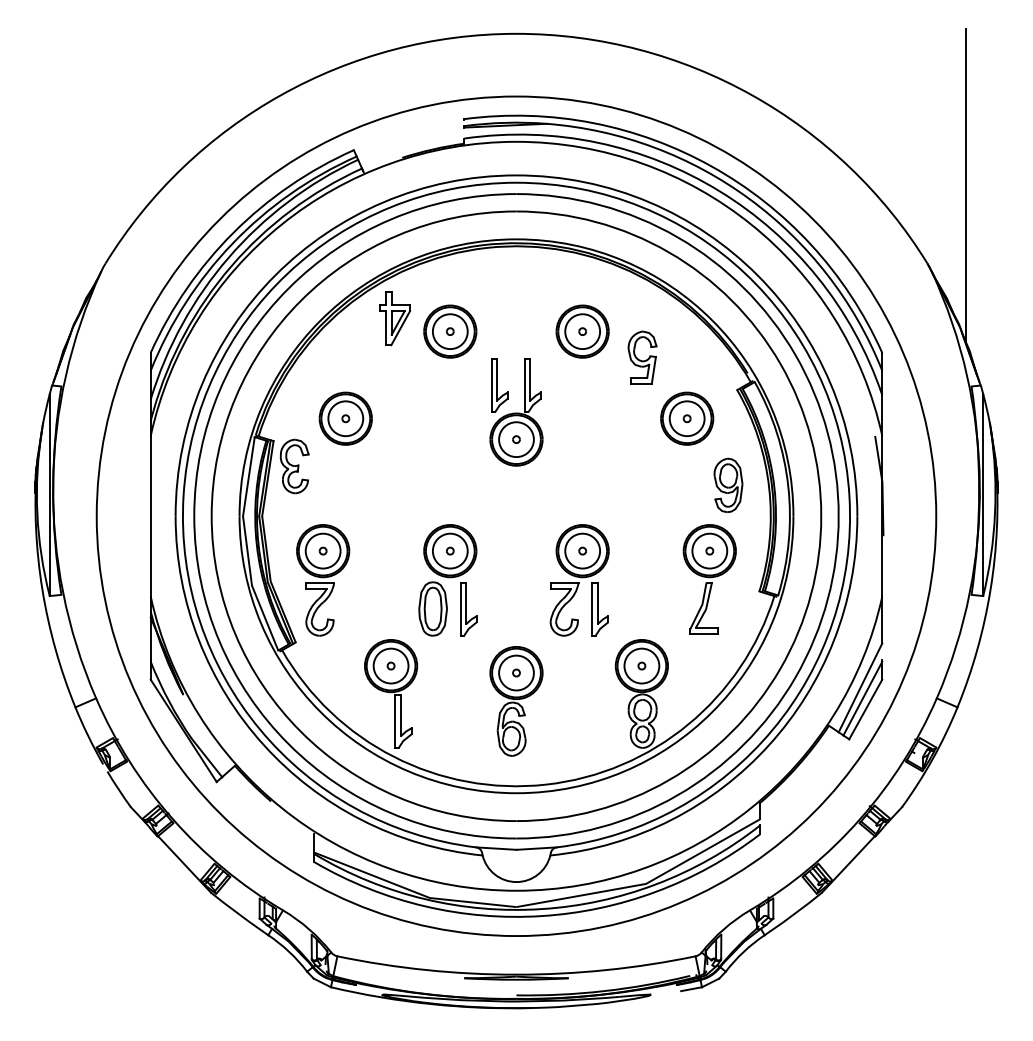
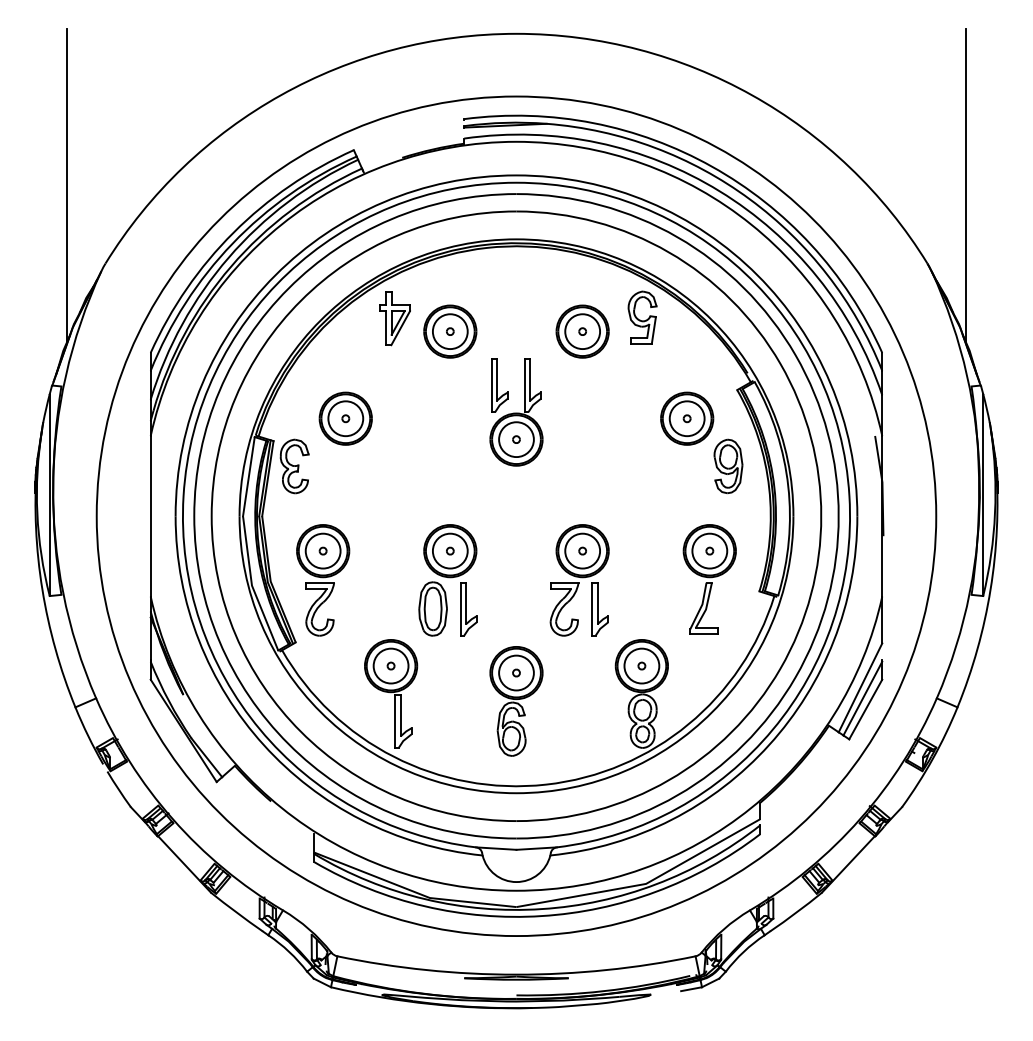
line at (67, 184): none -> present
part at (642, 357) position: (642, 357) -> (642, 317)
part at (728, 485) position: (728, 485) -> (728, 466)
